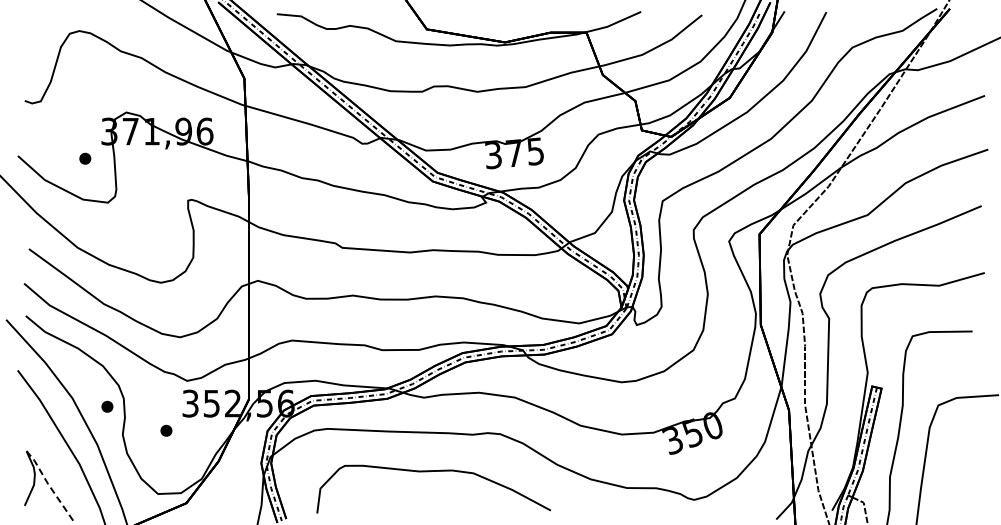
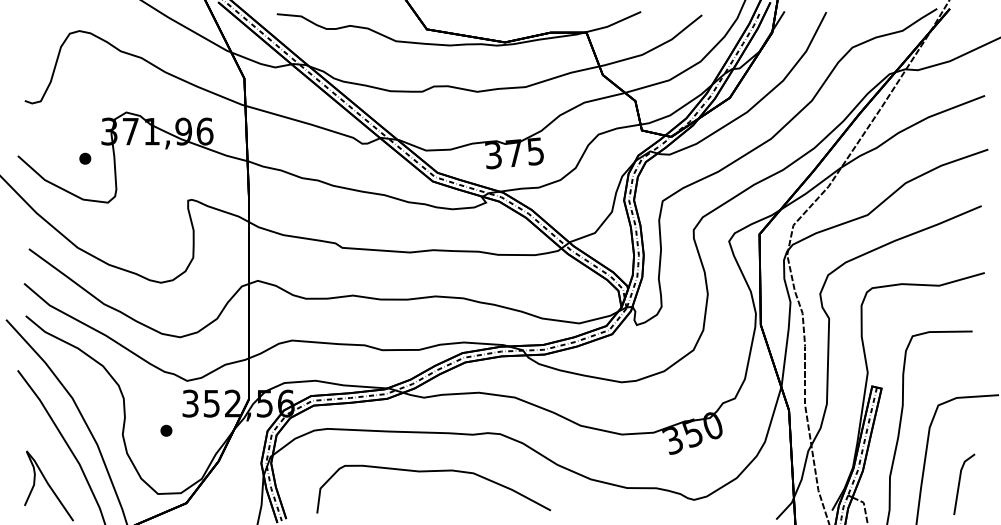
part at (107, 406): present -> none
line at (960, 482): none -> present
line at (49, 485): dashed -> solid
